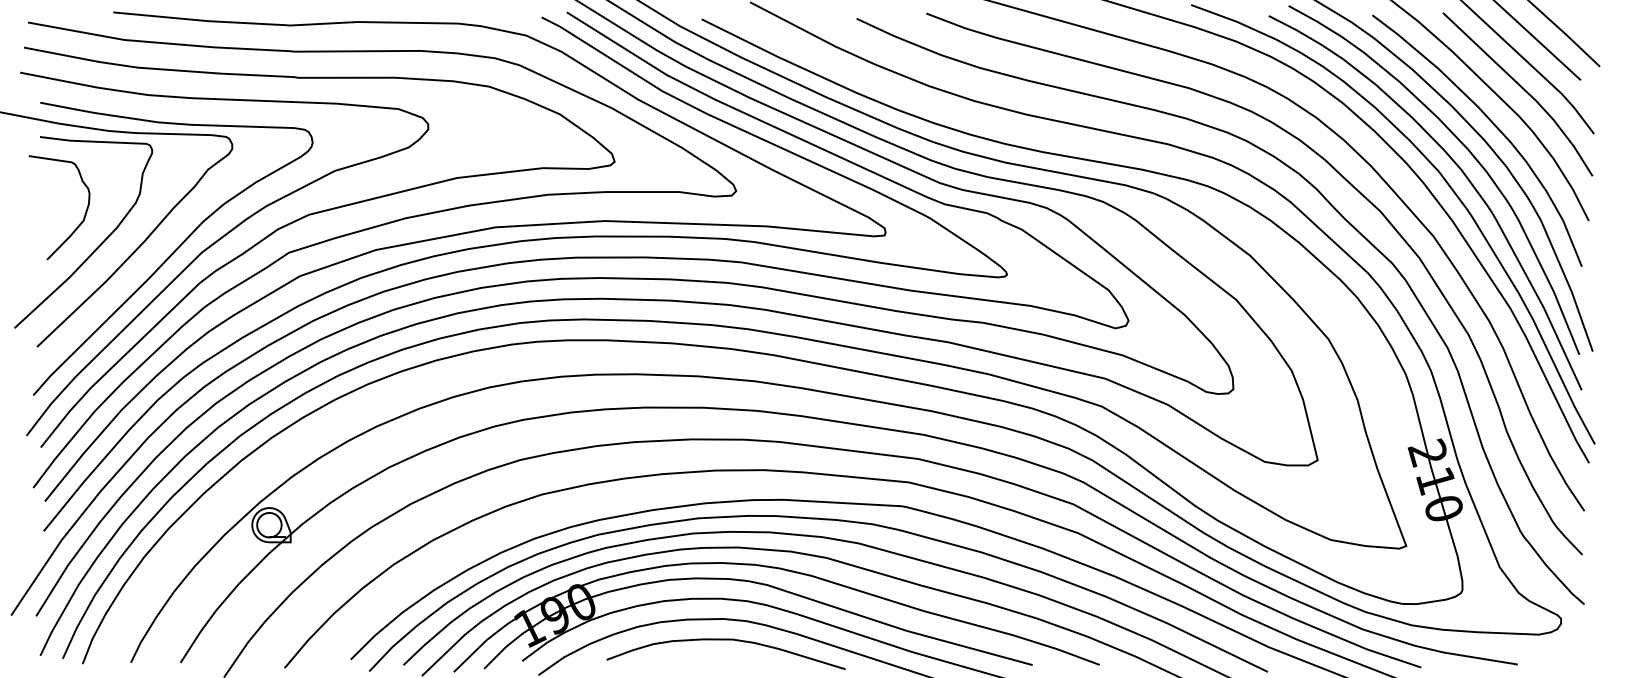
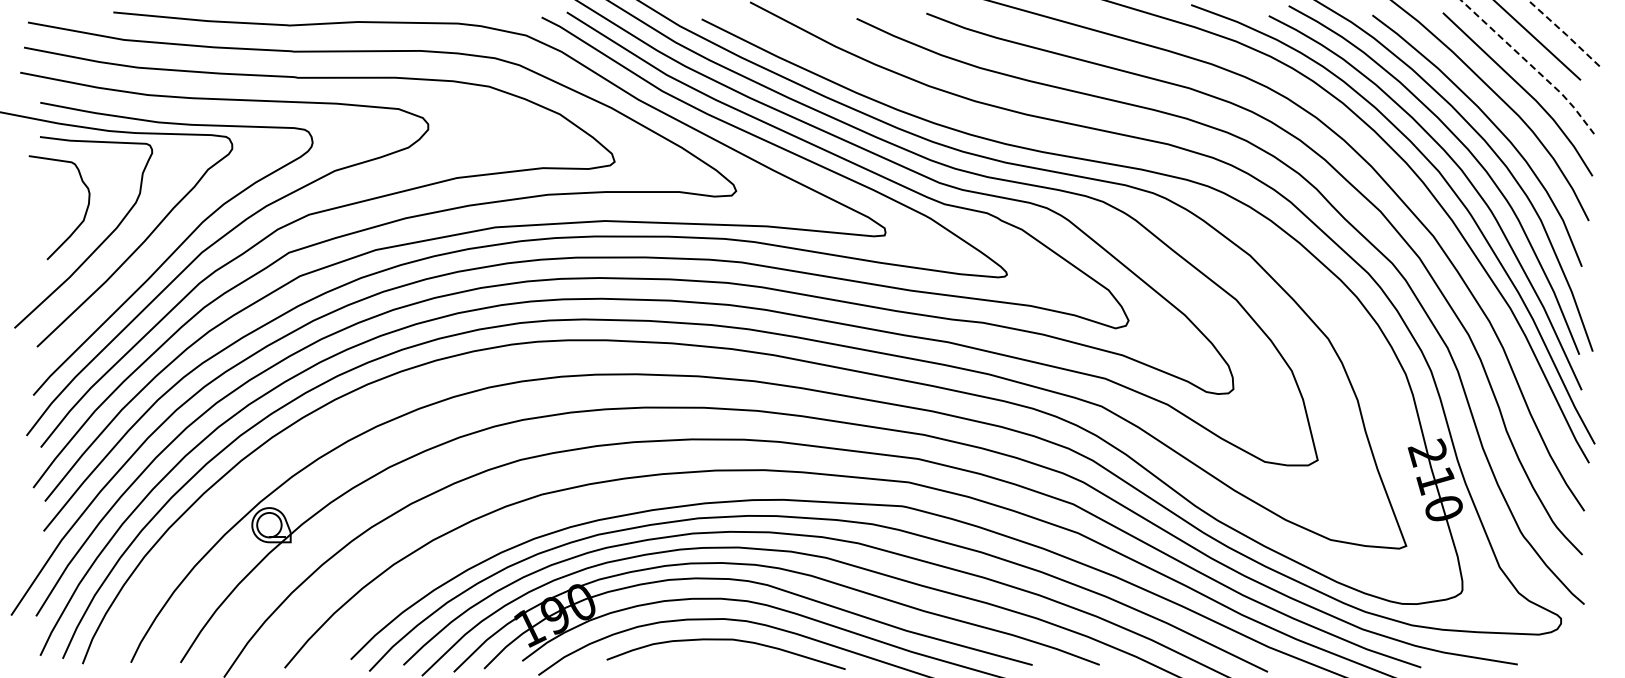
line at (1565, 33): solid -> dashed
line at (1531, 66): solid -> dashed
